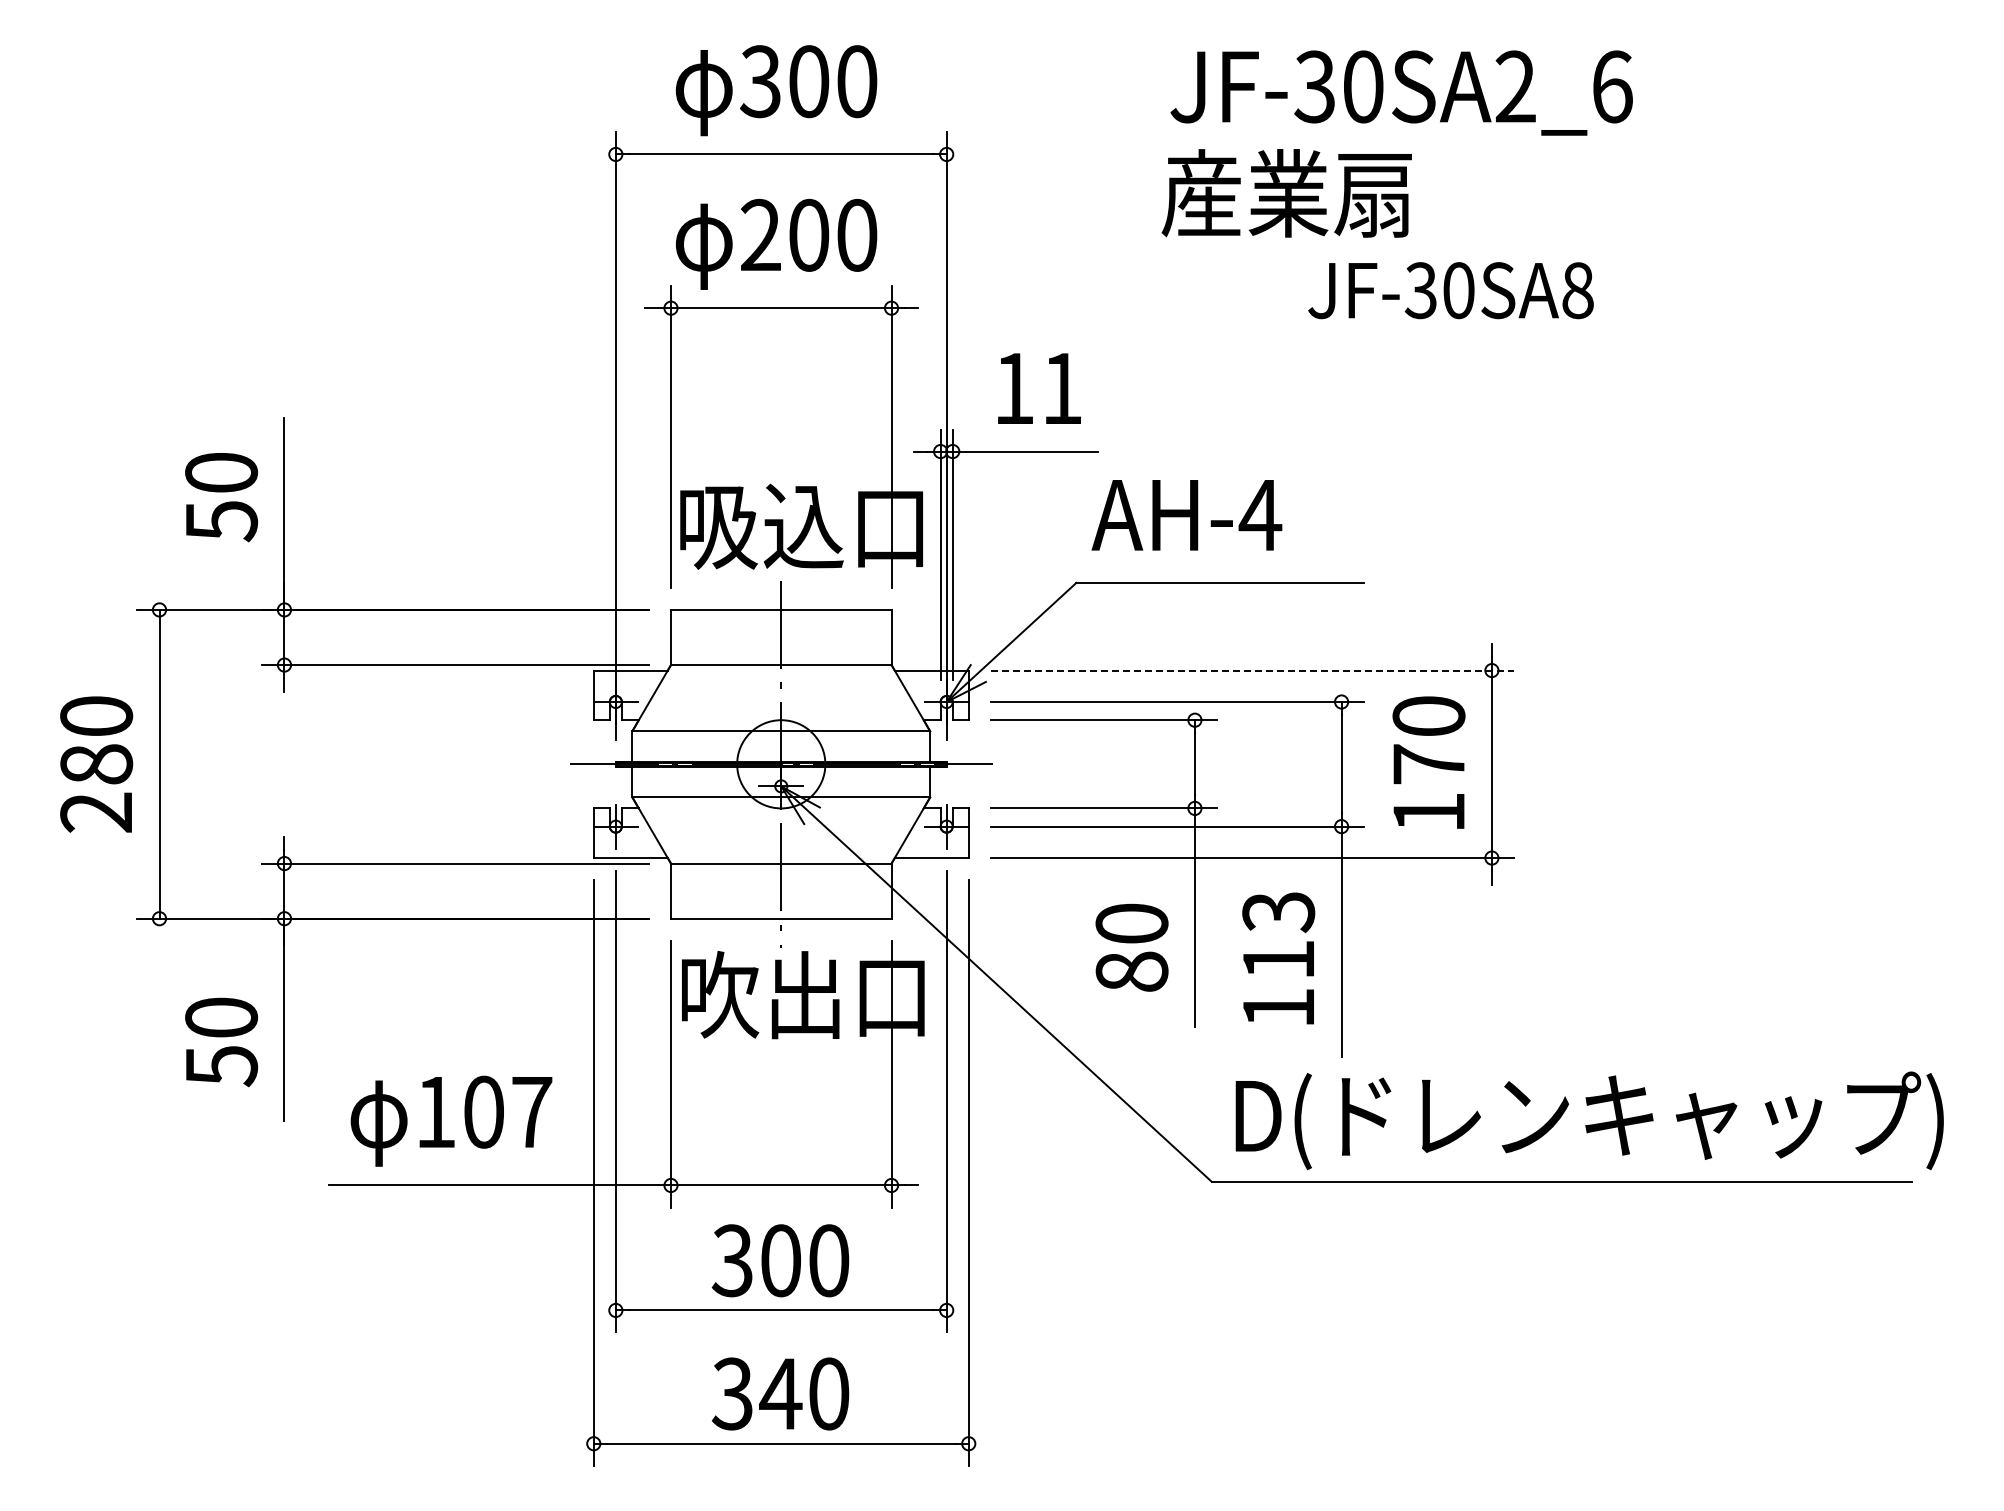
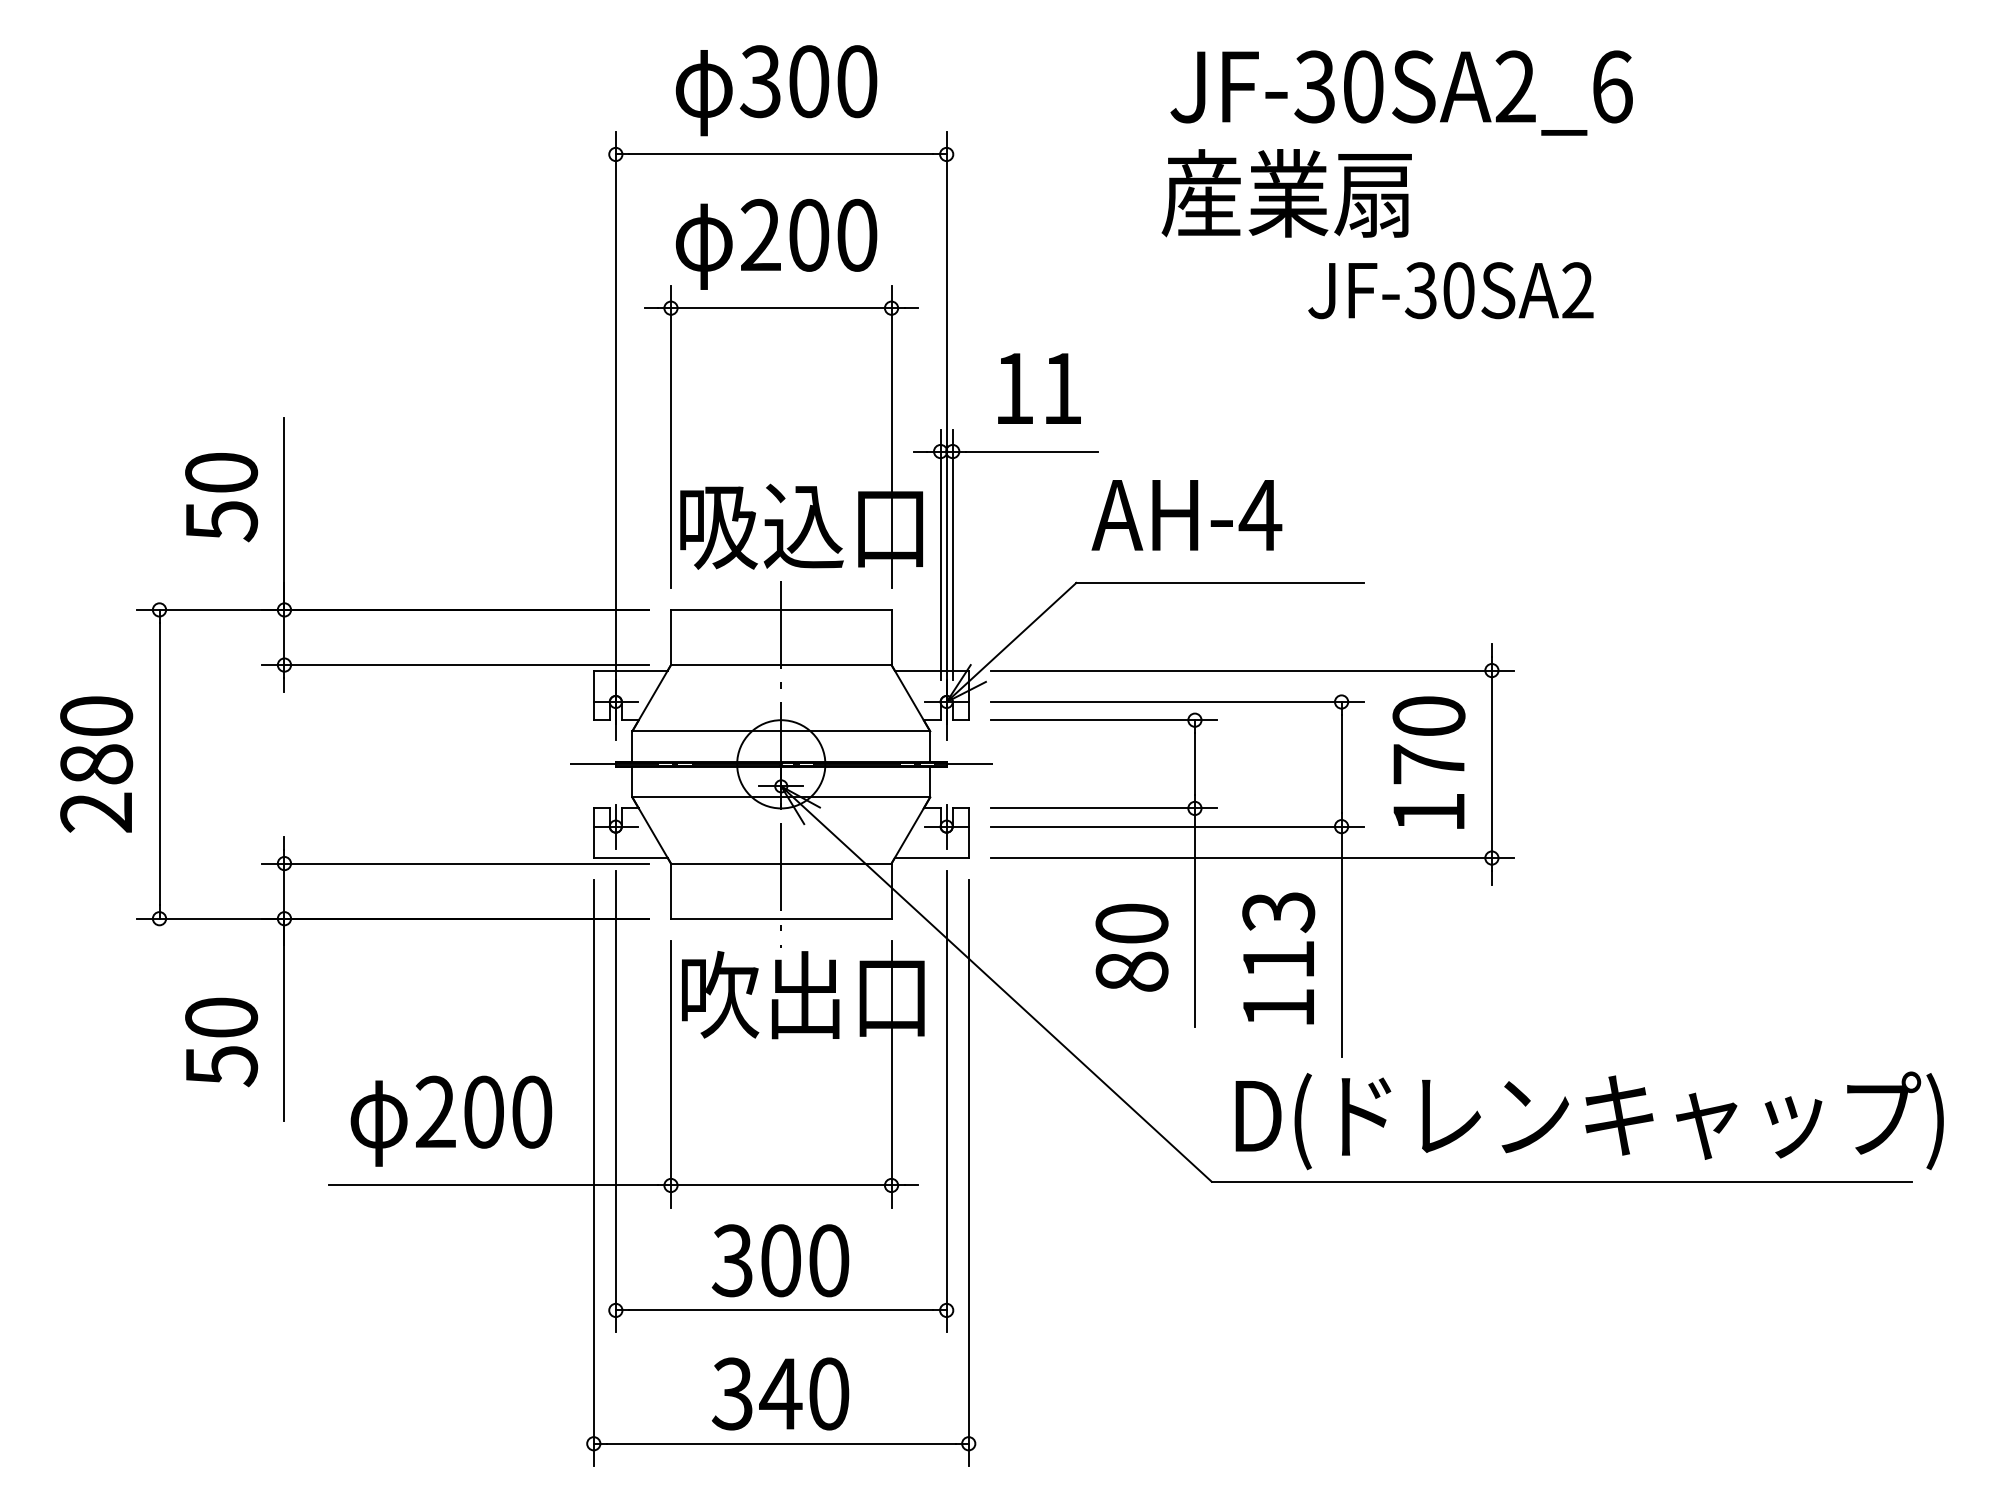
text at (1577, 290): JF-30SA8 -> JF-30SA2
line at (1252, 670): dashed -> solid
text at (483, 1111): 107 -> 200
